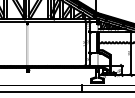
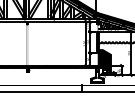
hatch at (104, 60): none -> present
